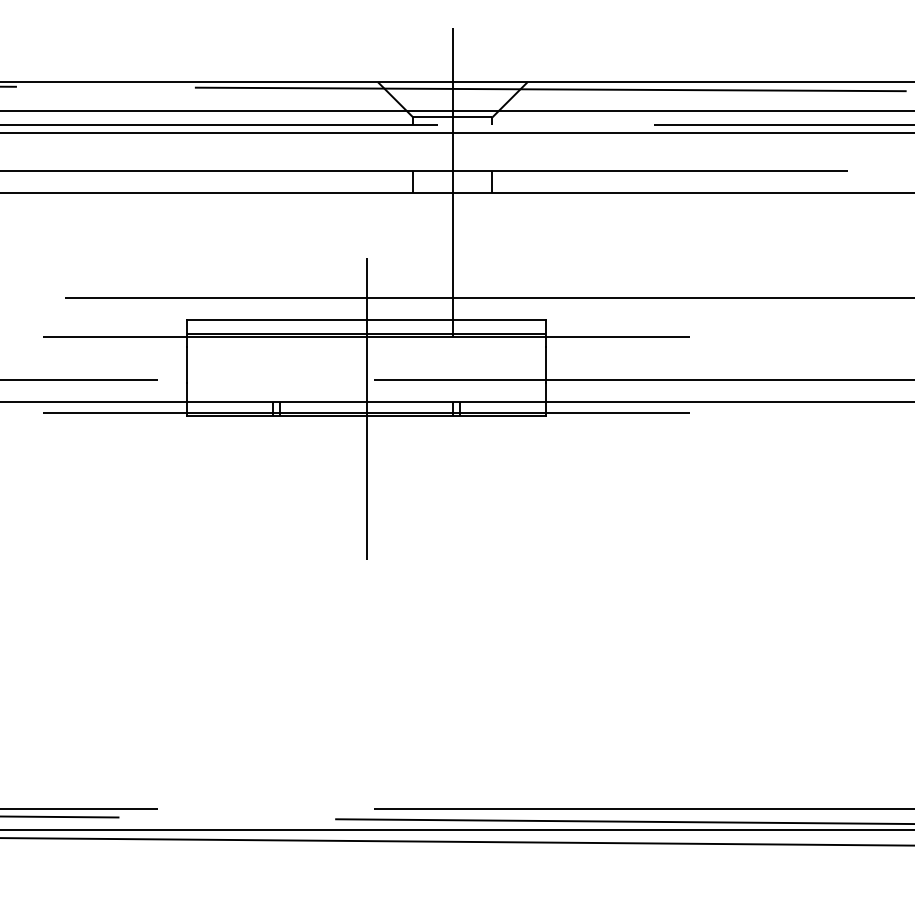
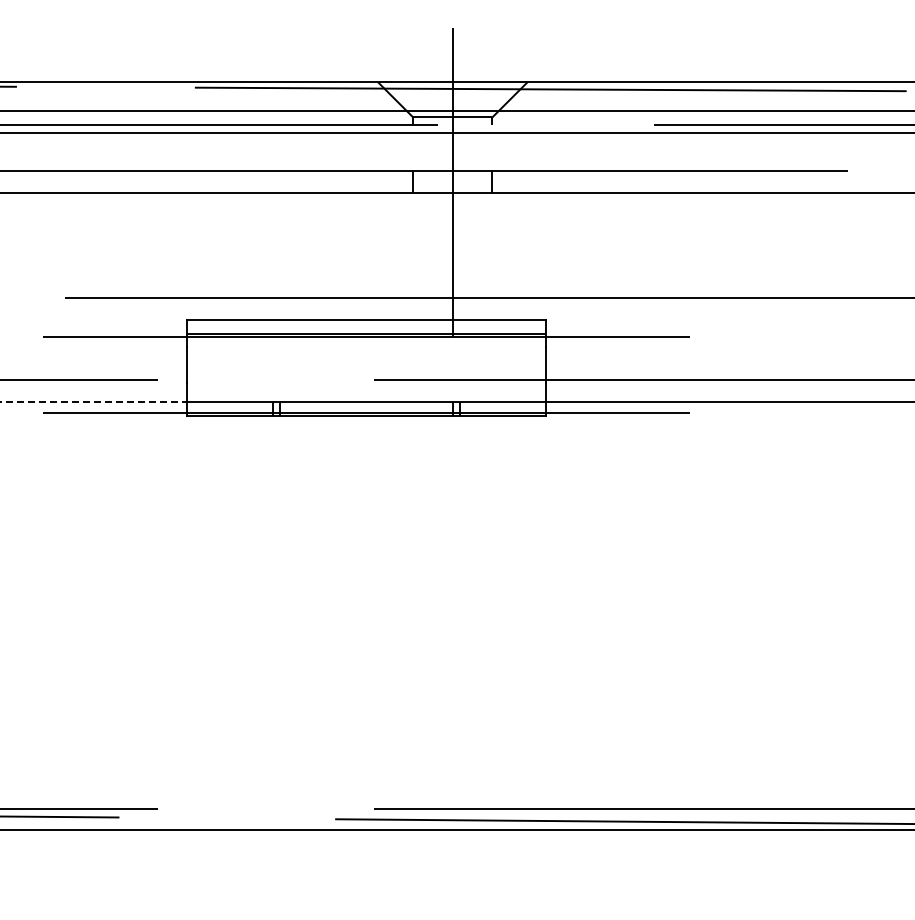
line at (93, 401): solid -> dashed
line at (366, 408): present -> none
line at (456, 841): present -> none
